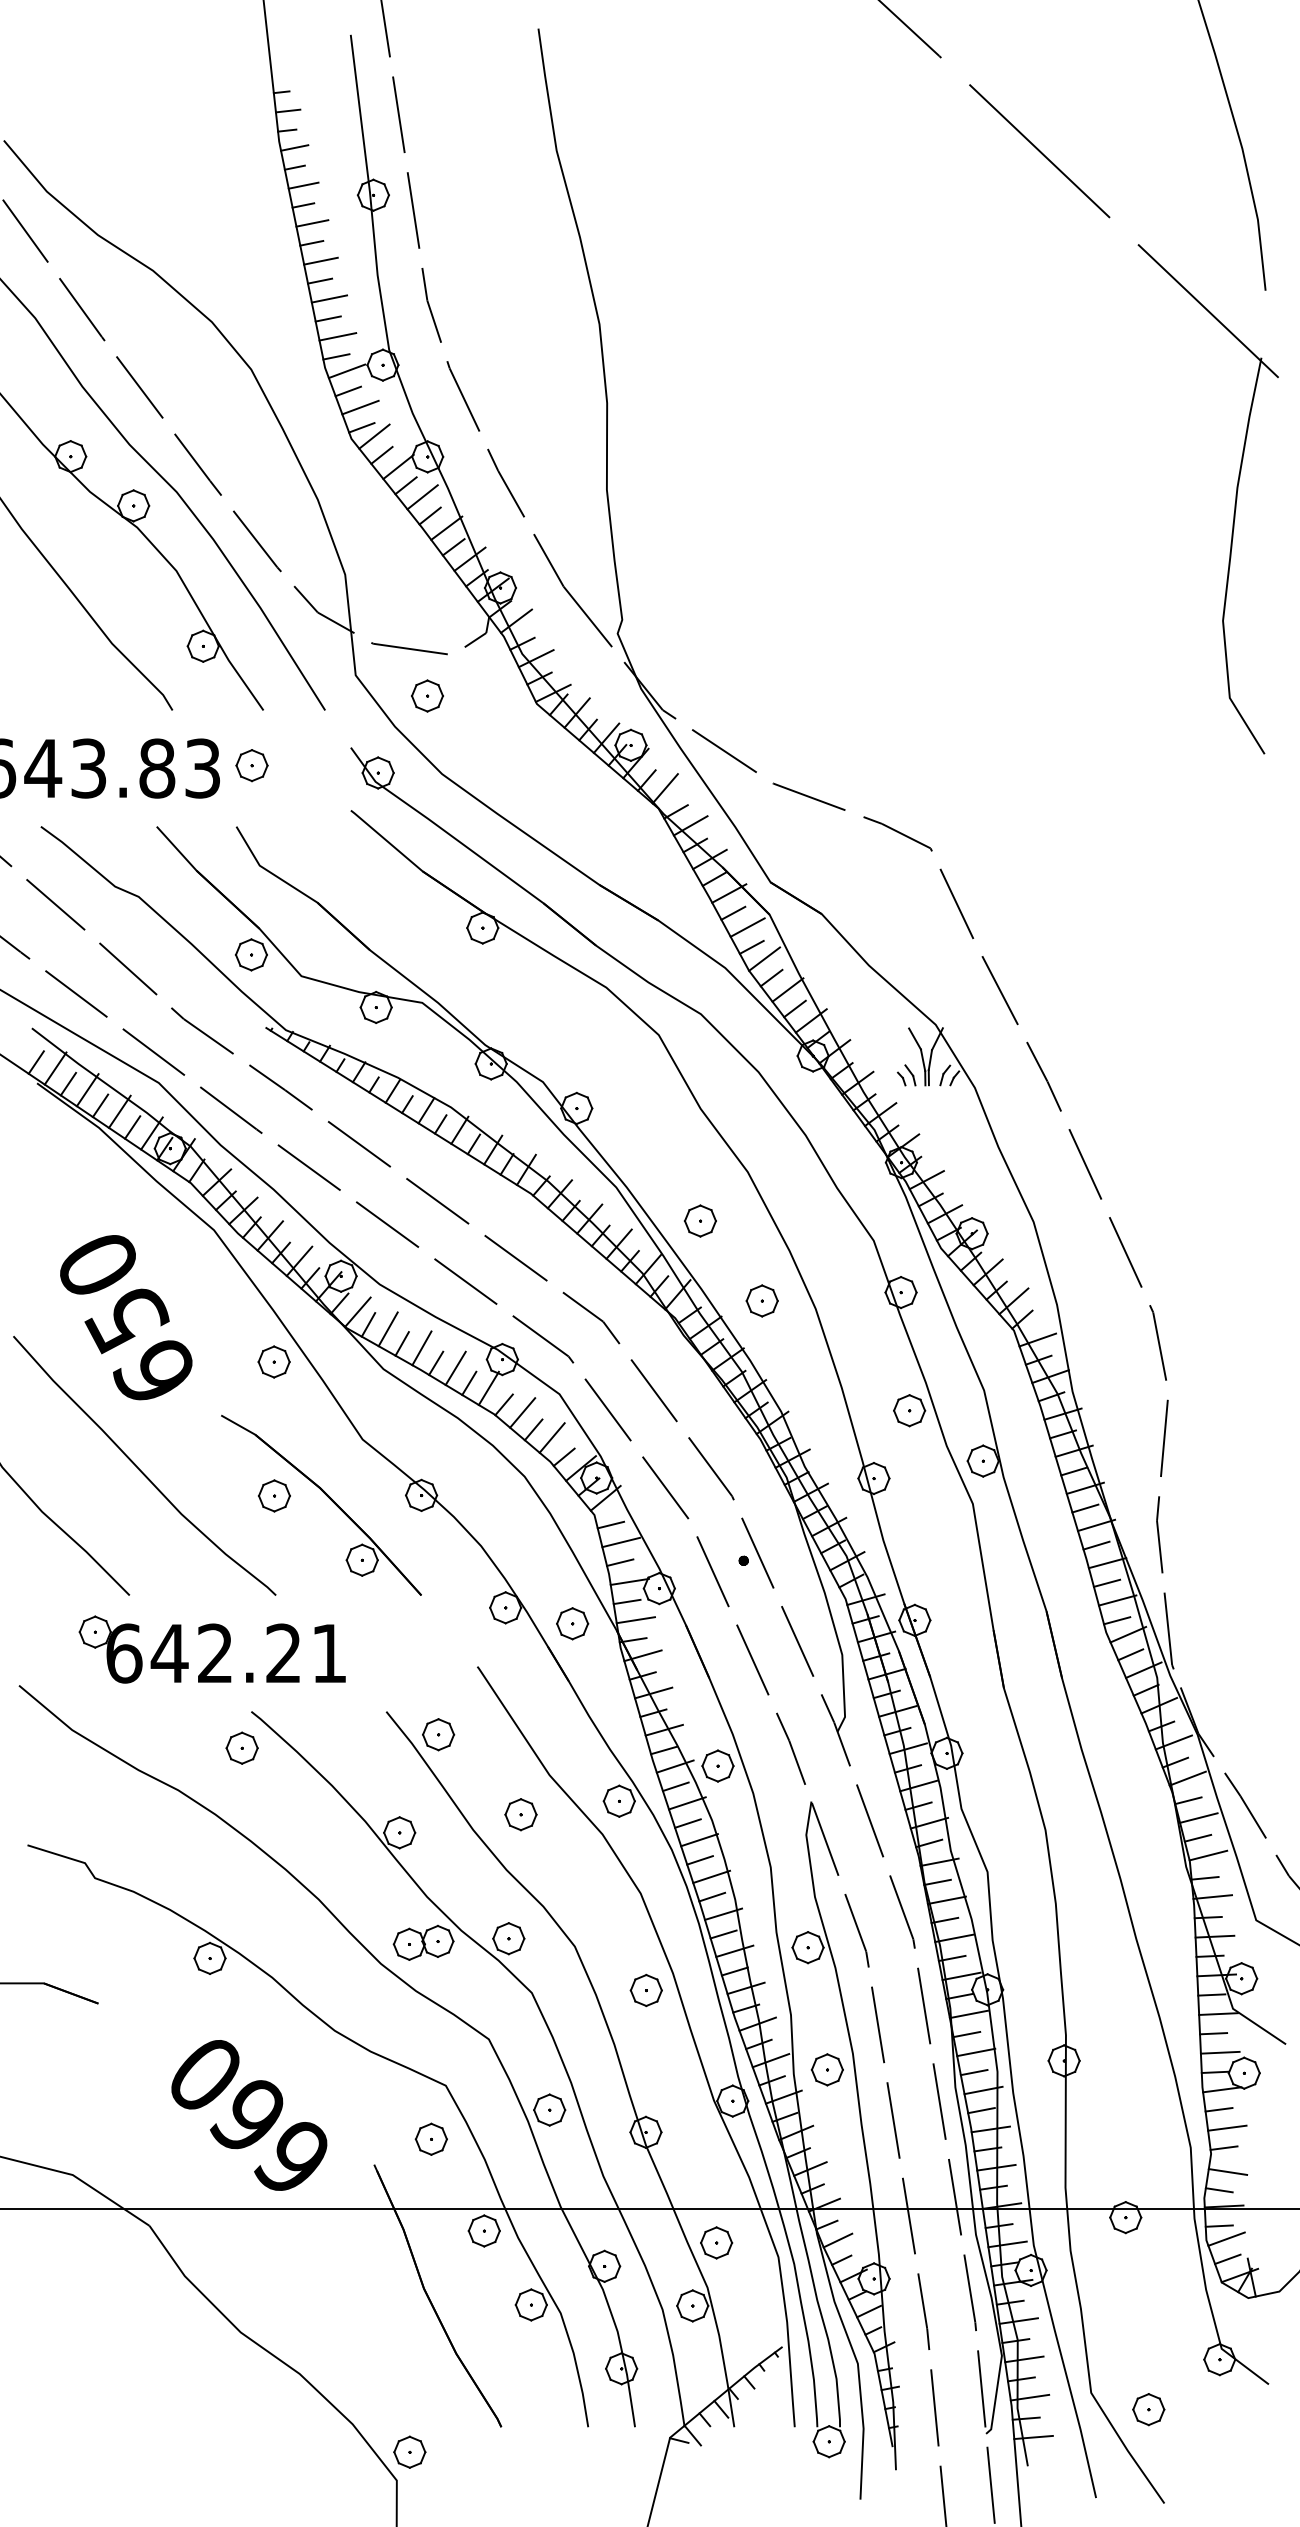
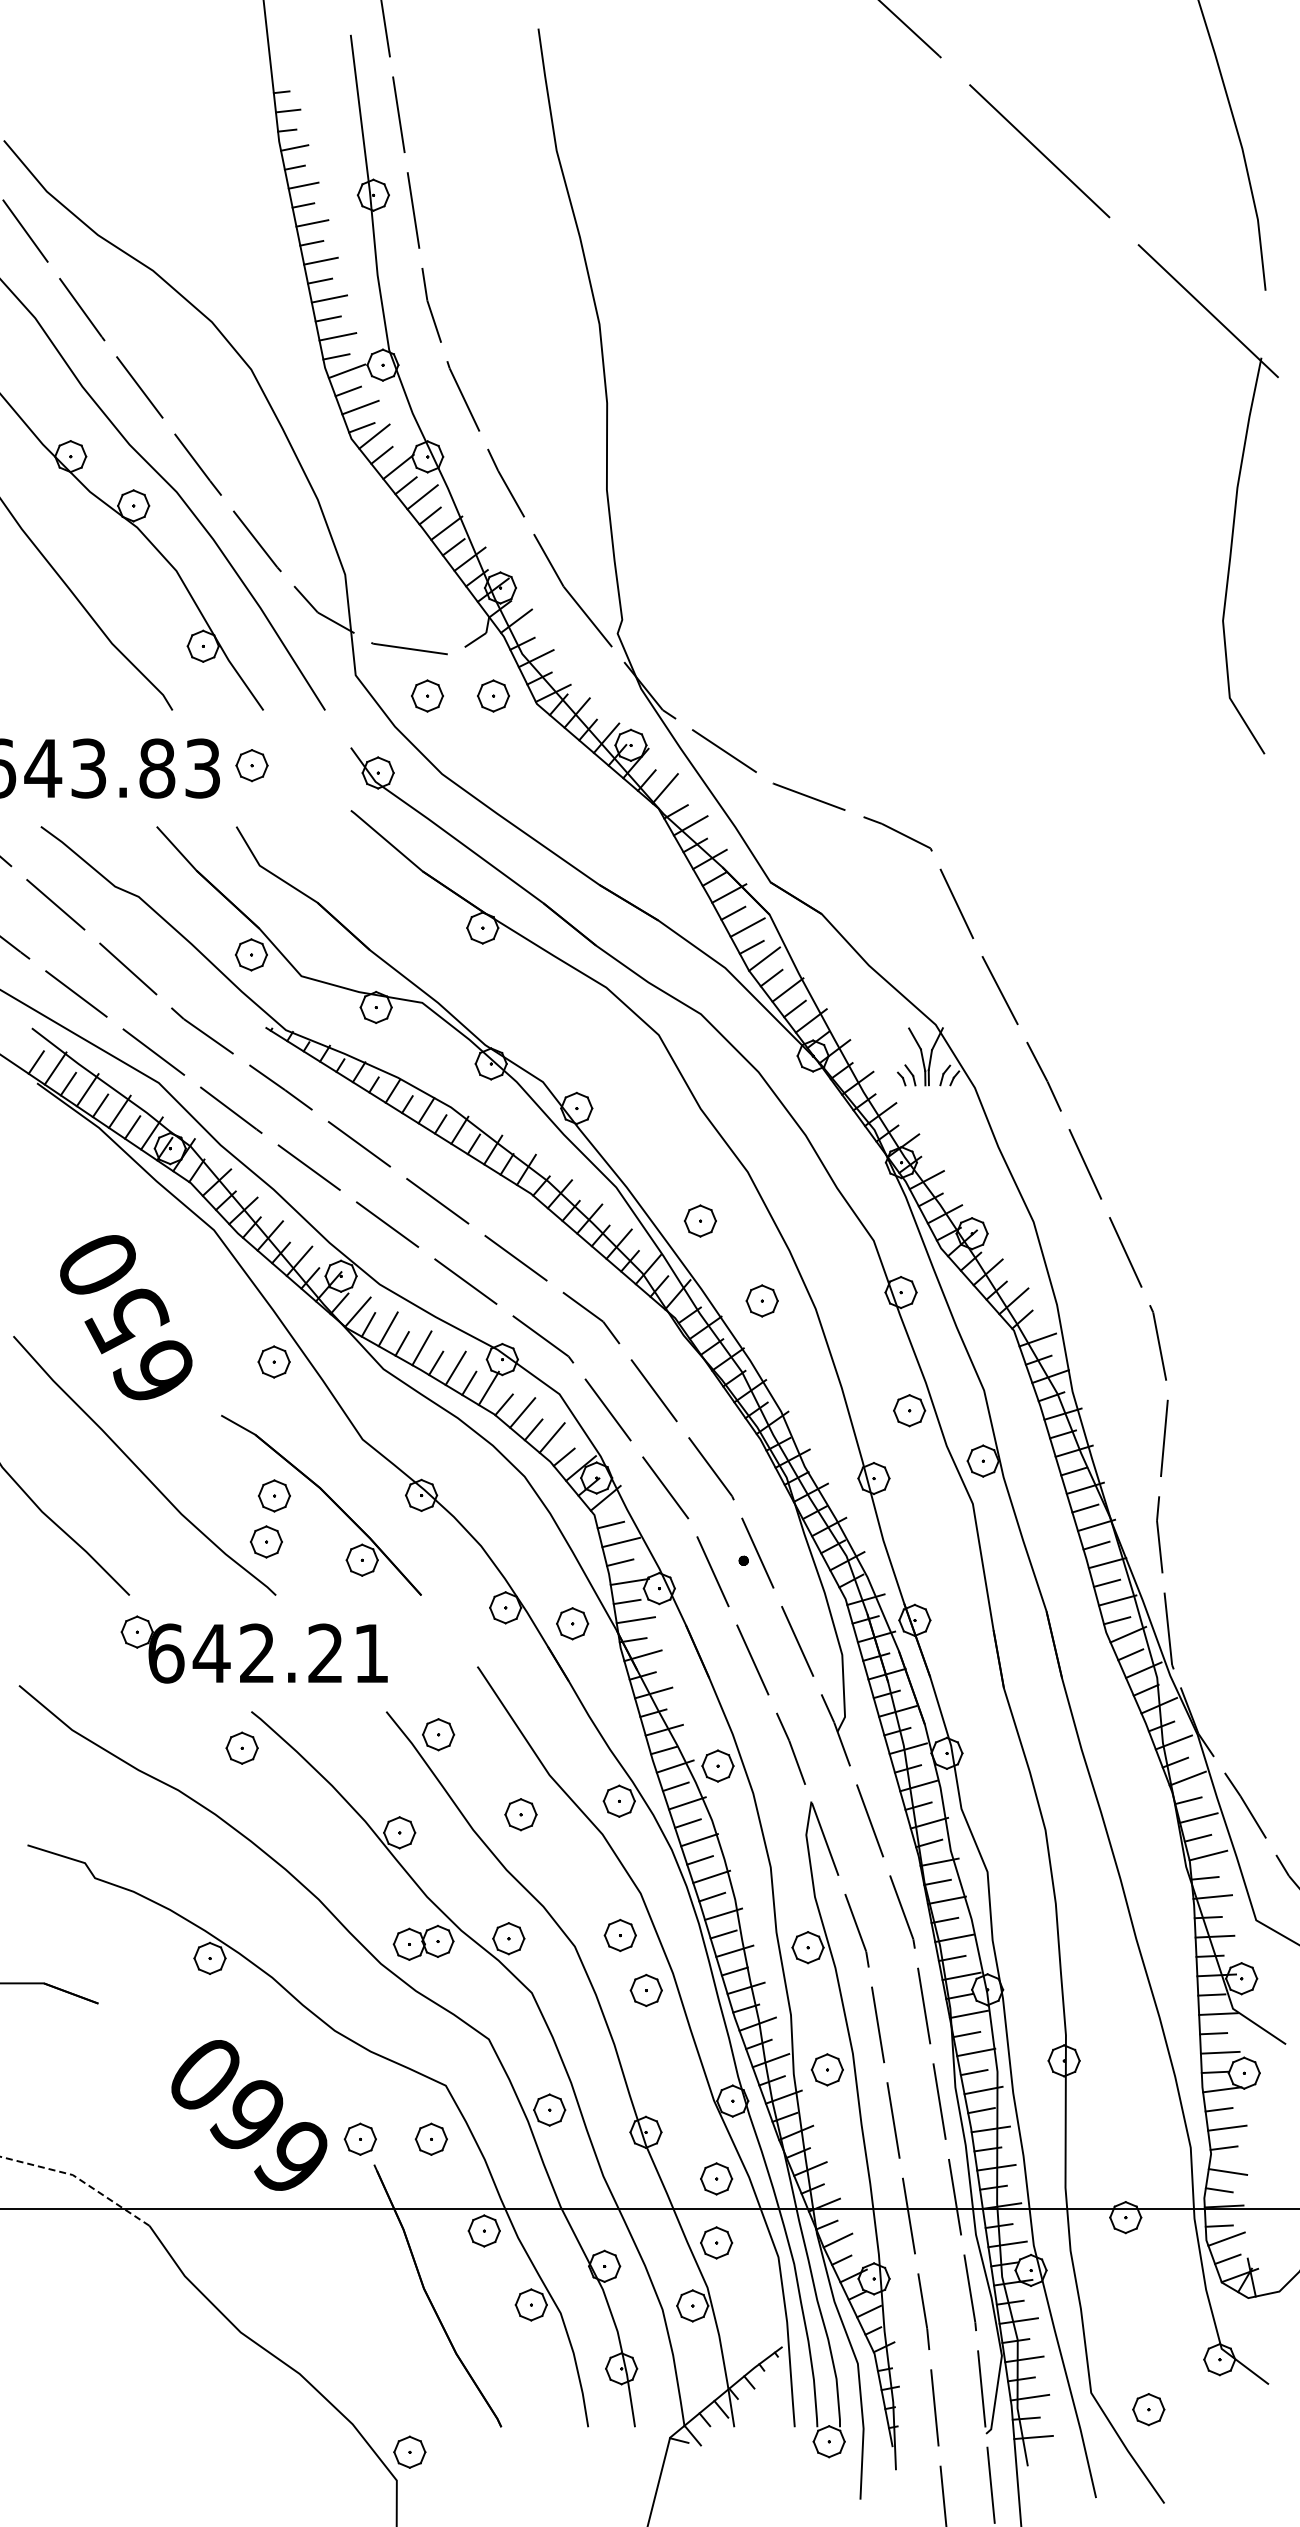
part at (493, 695): none -> present
part at (266, 1541): none -> present
part at (216, 1654) position: (216, 1654) -> (258, 1654)
part at (619, 1935): none -> present
part at (359, 2138): none -> present
part at (716, 2178): none -> present
line at (79, 2179): solid -> dashed
